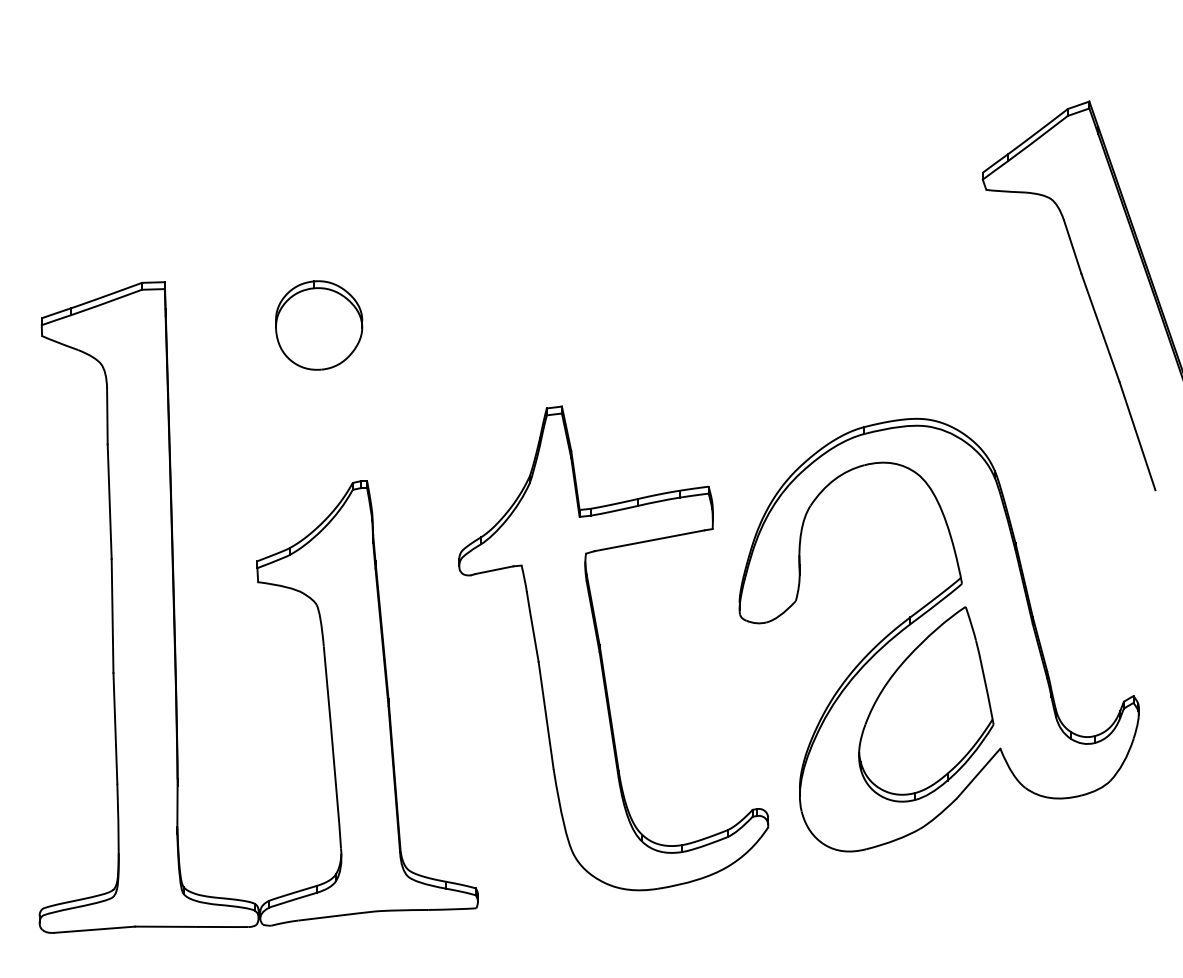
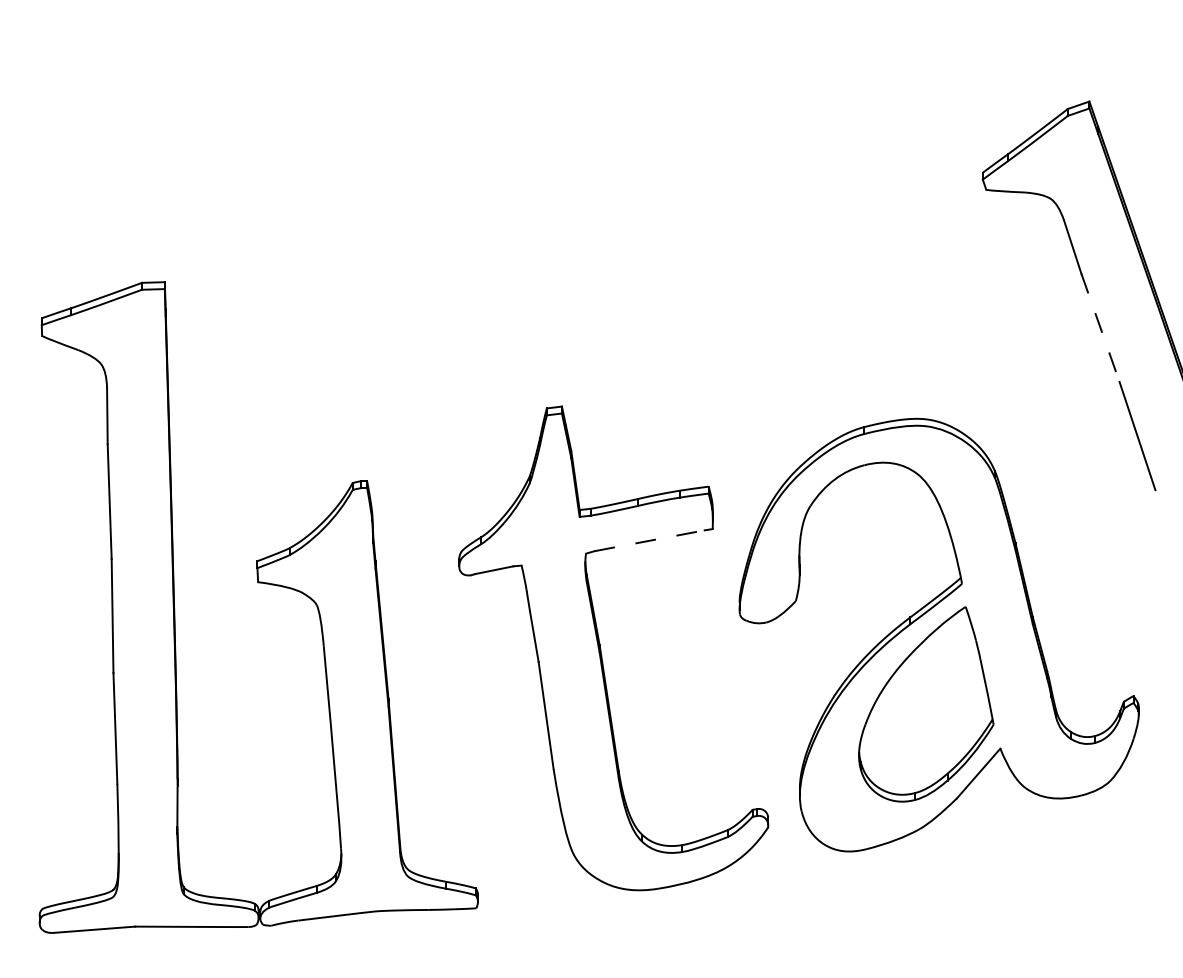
part at (319, 325): present -> none
line at (1100, 328): solid -> dashed
line at (650, 540): solid -> dashed
